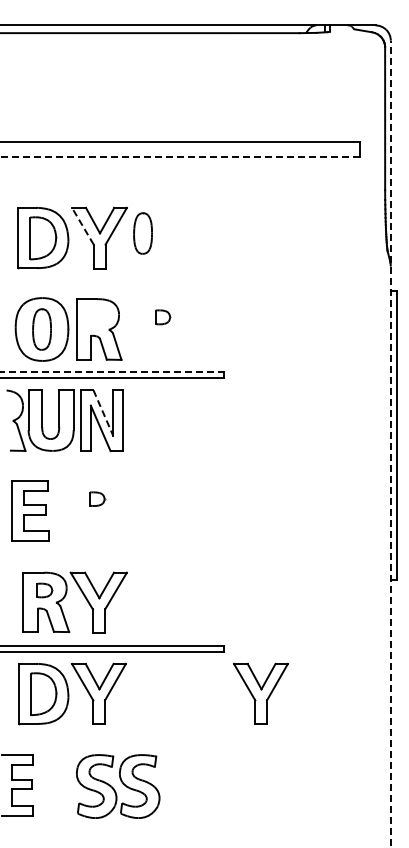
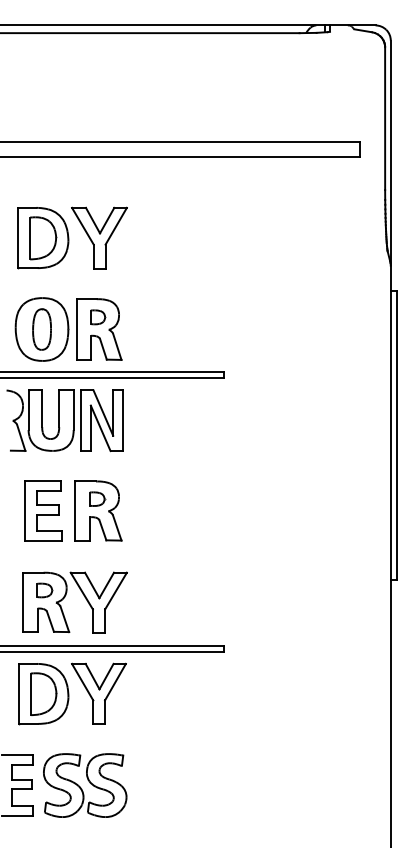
line at (180, 156): dashed -> solid
line at (82, 225): dashed -> solid
part at (142, 233): present -> none
part at (163, 317) position: (163, 317) -> (98, 317)
line at (112, 372): dashed -> solid
line at (103, 413): dashed -> solid
line at (390, 443): dashed -> solid
part at (30, 510) position: (30, 510) -> (43, 510)
part at (98, 510): none -> present
part at (260, 693): present -> none
part at (118, 786) position: (118, 786) -> (85, 785)
